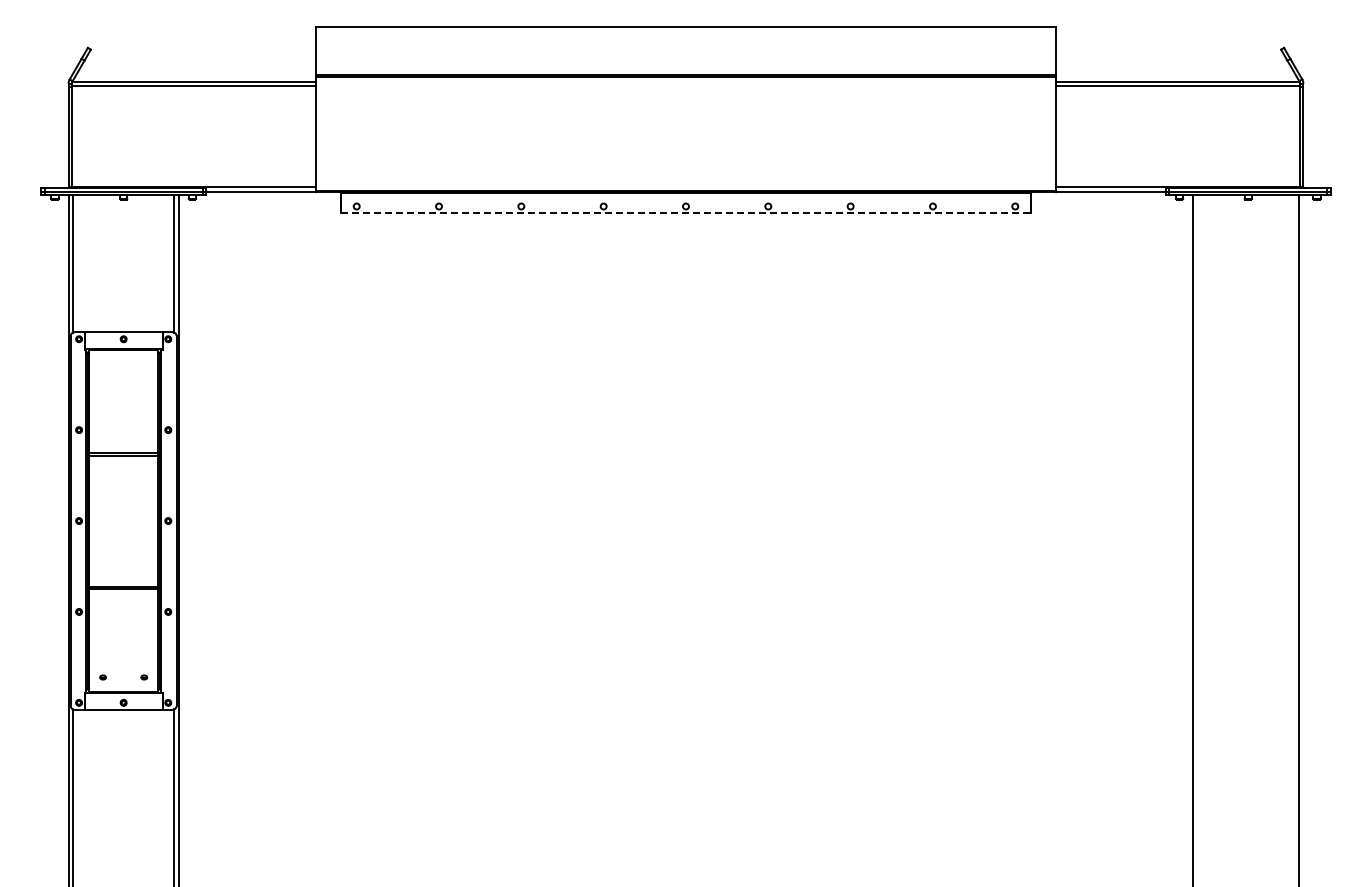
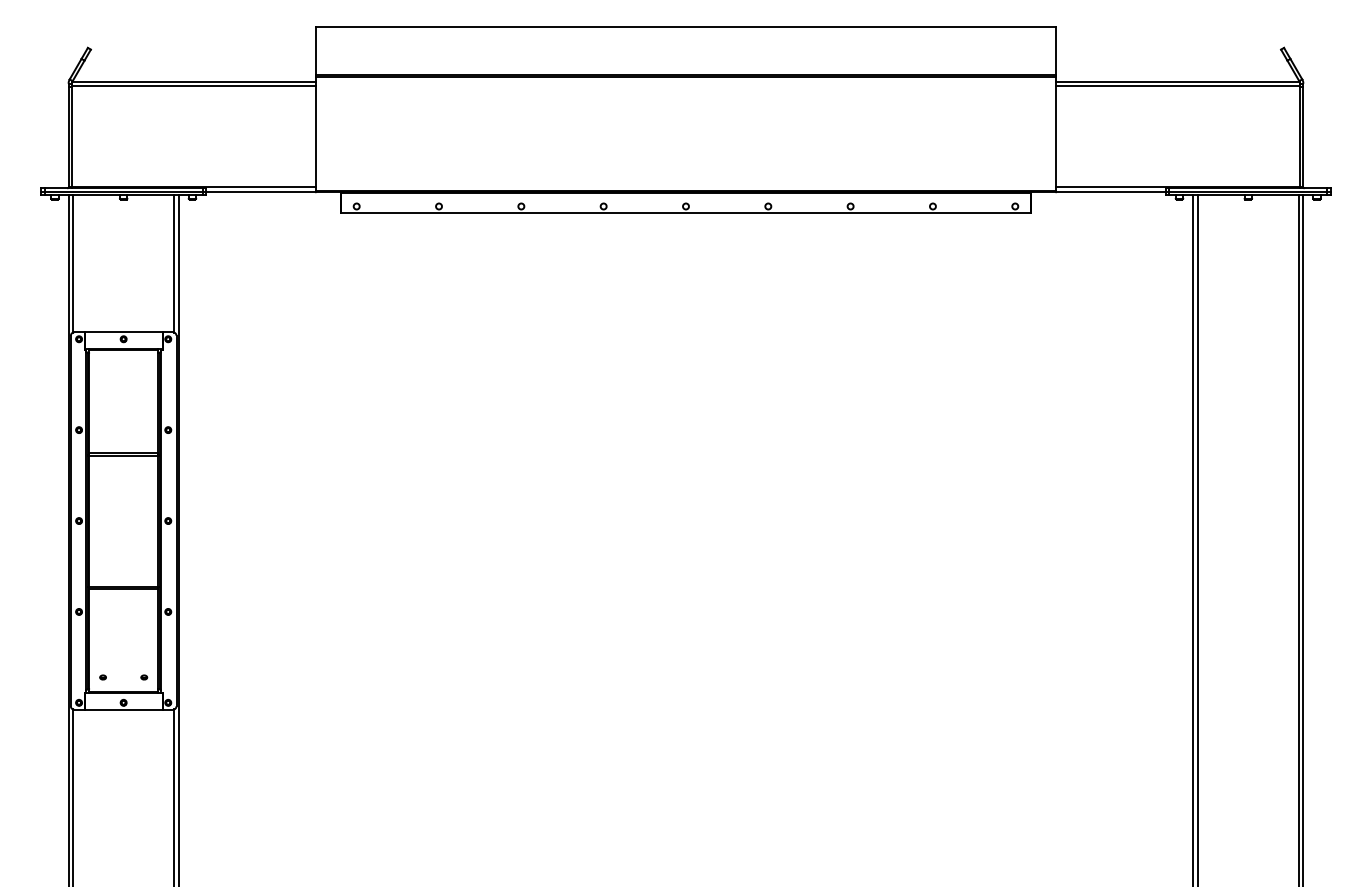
line at (686, 212): dashed -> solid
line at (1197, 539): none -> present
line at (1303, 539): none -> present
